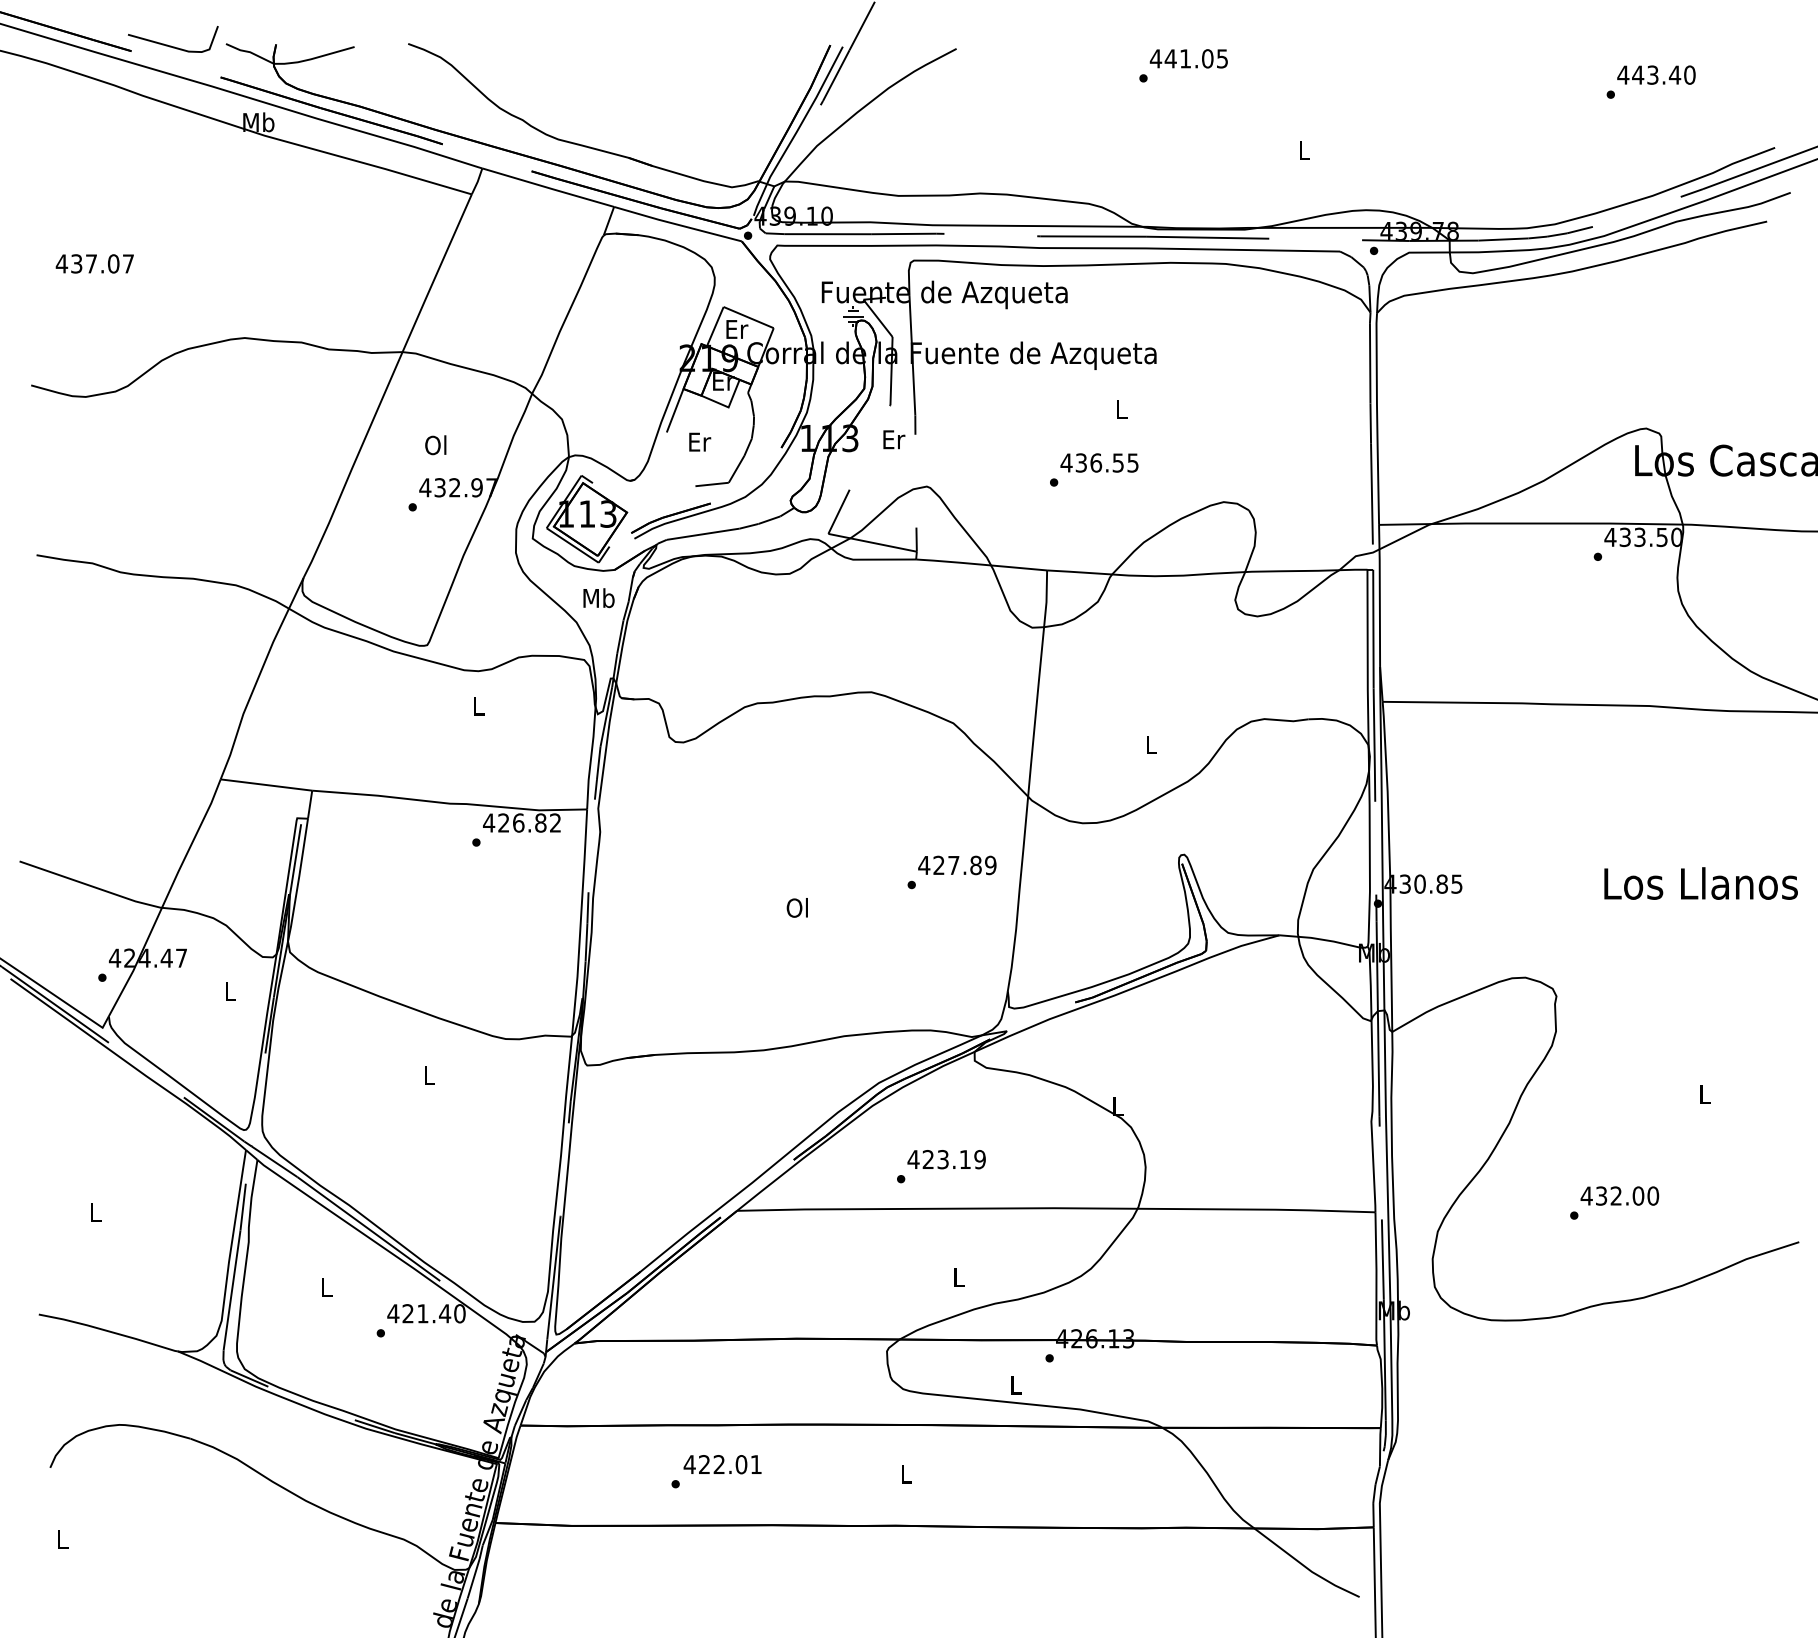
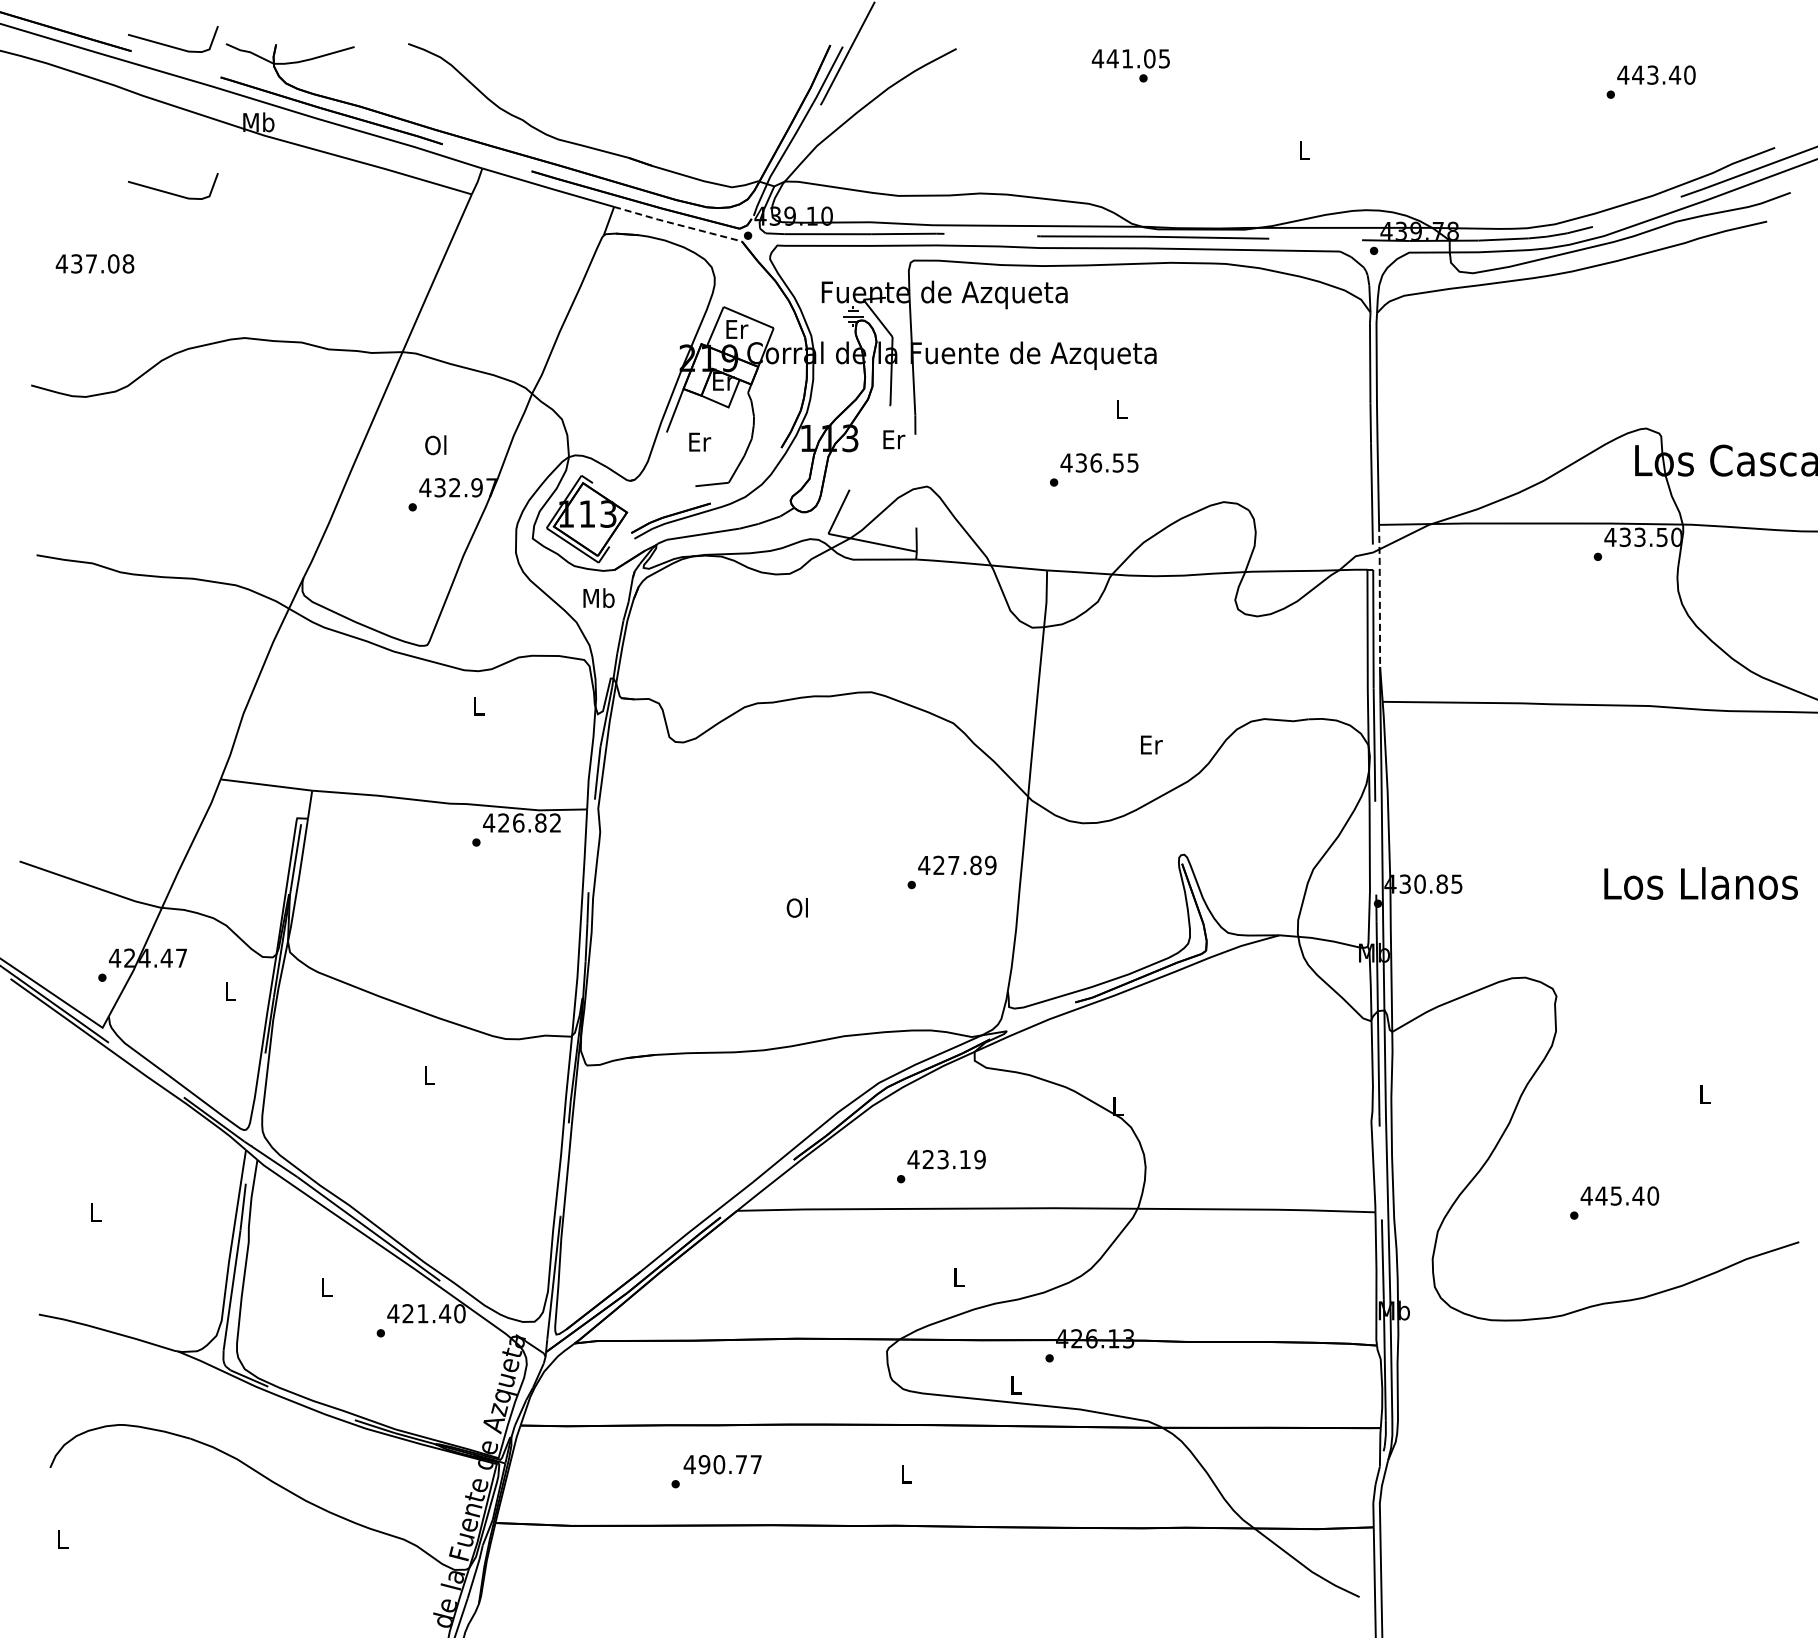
text at (1188, 58) position: (1188, 58) -> (1130, 58)
line at (171, 192): none -> present
line at (677, 224): solid -> dashed
text at (128, 263): 437.07 -> 437.08
line at (1379, 595): solid -> dashed
text at (1151, 744): L -> Er
text at (1619, 1195): 432.00 -> 445.40
text at (729, 1464): 422.01 -> 490.77
